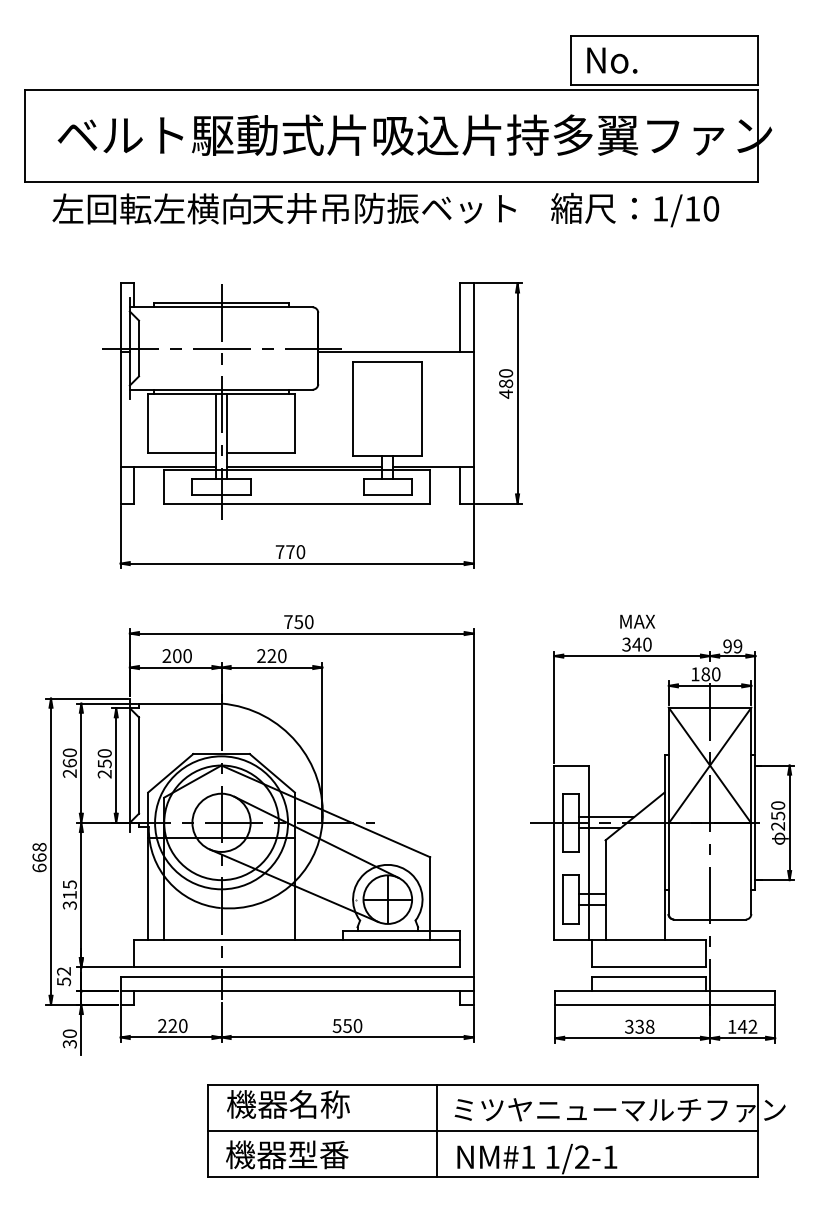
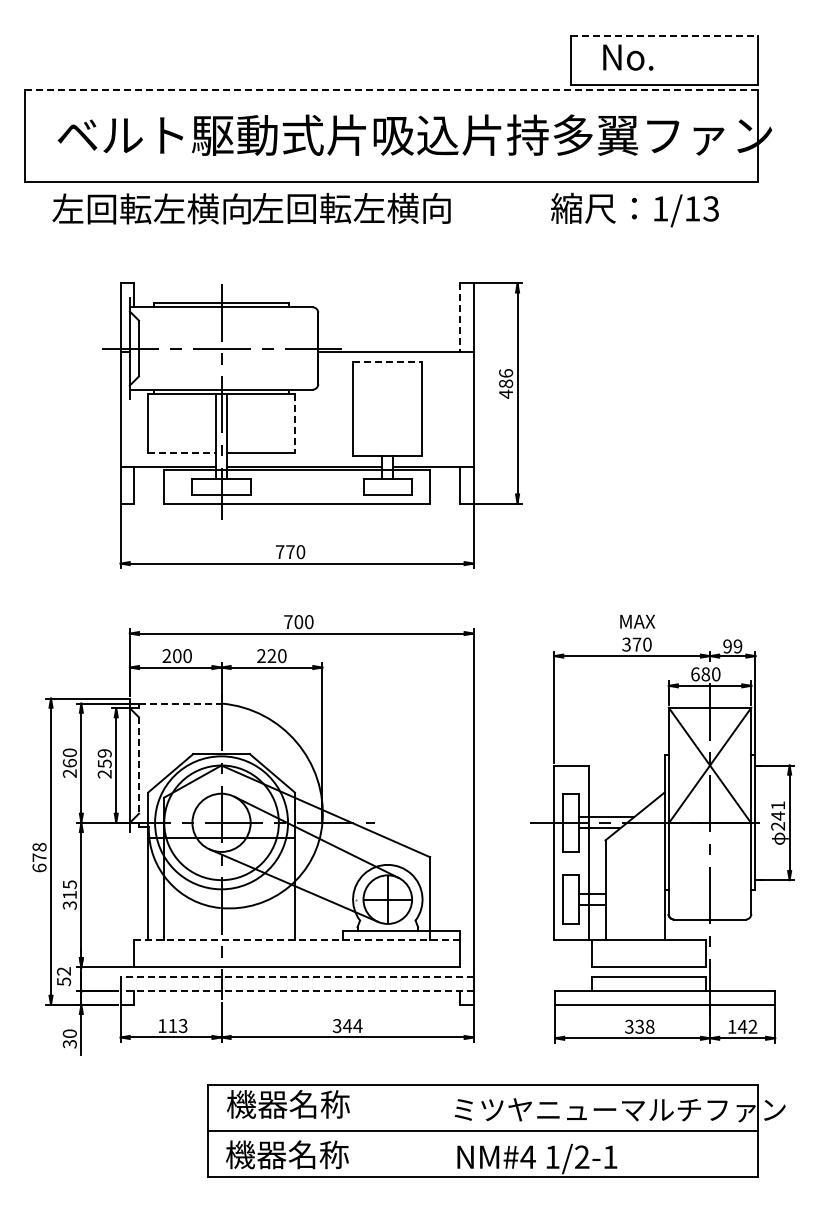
line at (664, 36): solid -> dashed
text at (612, 60) position: (612, 60) -> (628, 57)
line at (391, 90): solid -> dashed
text at (383, 208): 天井吊防振ベット -> 左回転左横向
text at (711, 208): 1/10 -> 1/13
line at (459, 318): solid -> dashed
line at (387, 362): solid -> dashed
text at (505, 373): 480 -> 486
line at (294, 423): solid -> dashed
line at (182, 453): solid -> dashed
text at (298, 622): 750 -> 700
text at (636, 644): 340 -> 370
text at (695, 674): 180 -> 680
line at (180, 703): solid -> dashed
text at (104, 753): 250 -> 259
line at (139, 766): solid -> dashed
text at (778, 810): 250 -> 241
text at (39, 857): 668 -> 678
line at (297, 939): solid -> dashed
line at (297, 977): solid -> dashed
line at (297, 991): solid -> dashed
text at (172, 1025): 220 -> 113
text at (347, 1026): 550 -> 344
line at (437, 1130): present -> none
text at (318, 1154): 機器型番 -> 機器名称
text at (527, 1156): NM#1 -> NM#4
